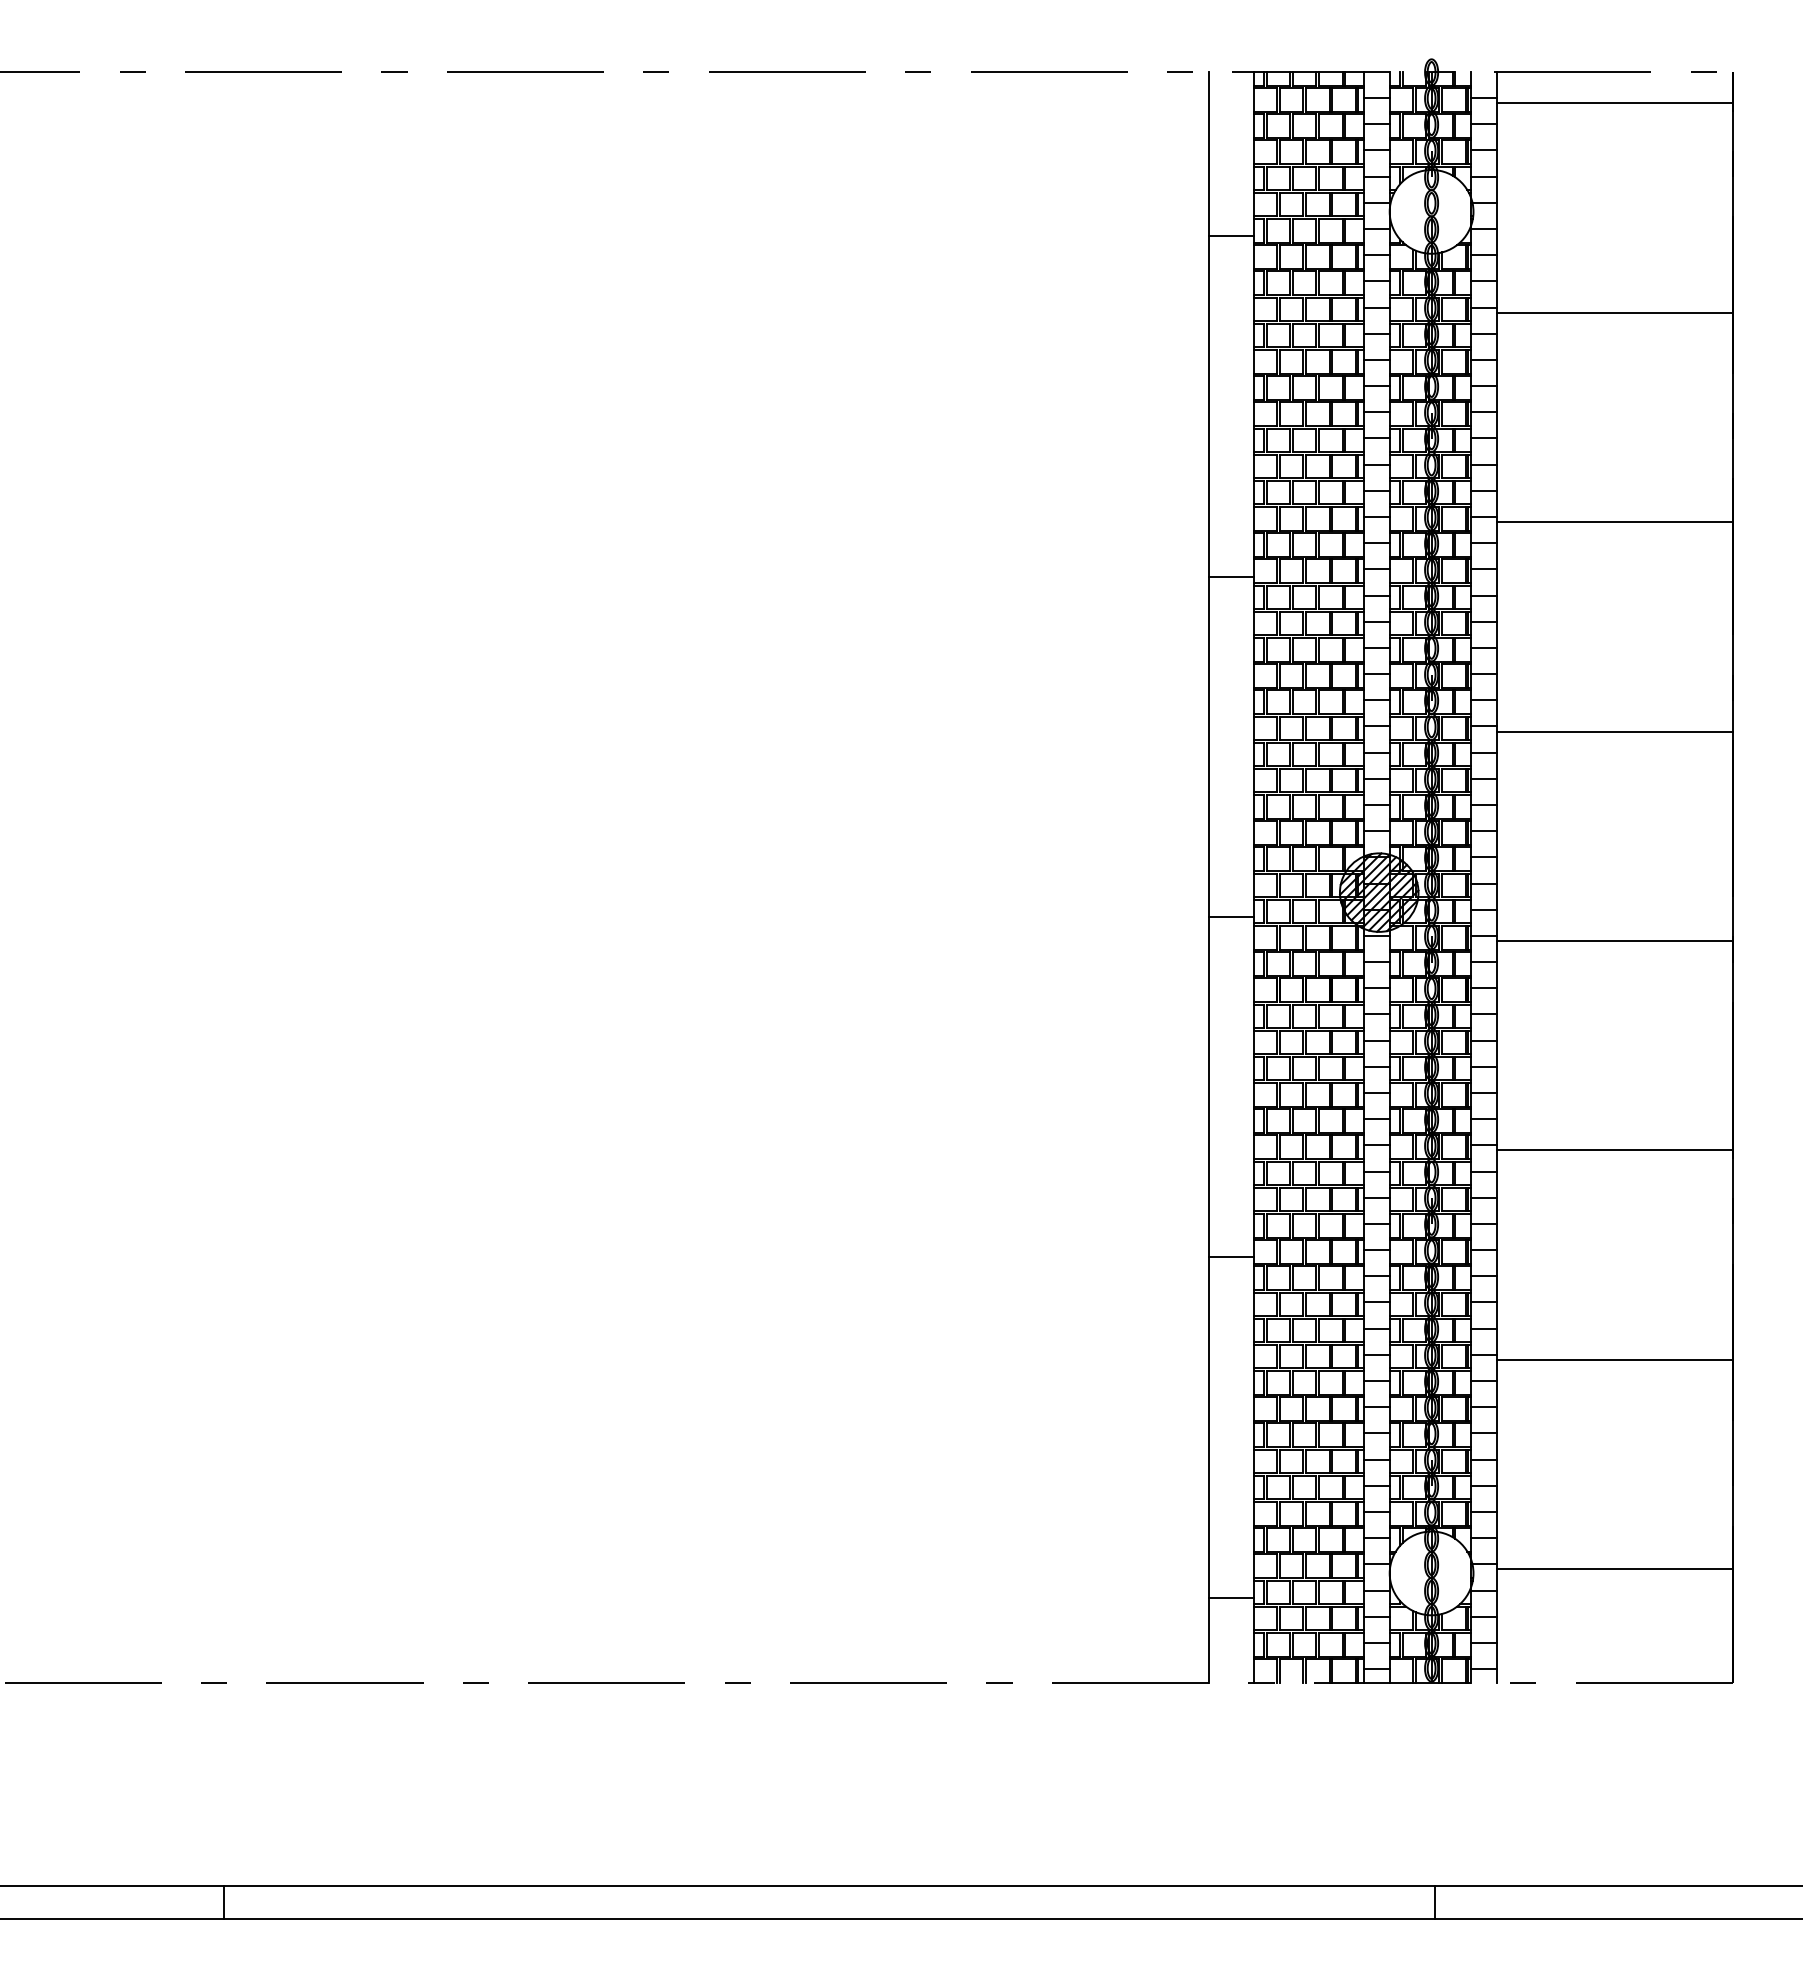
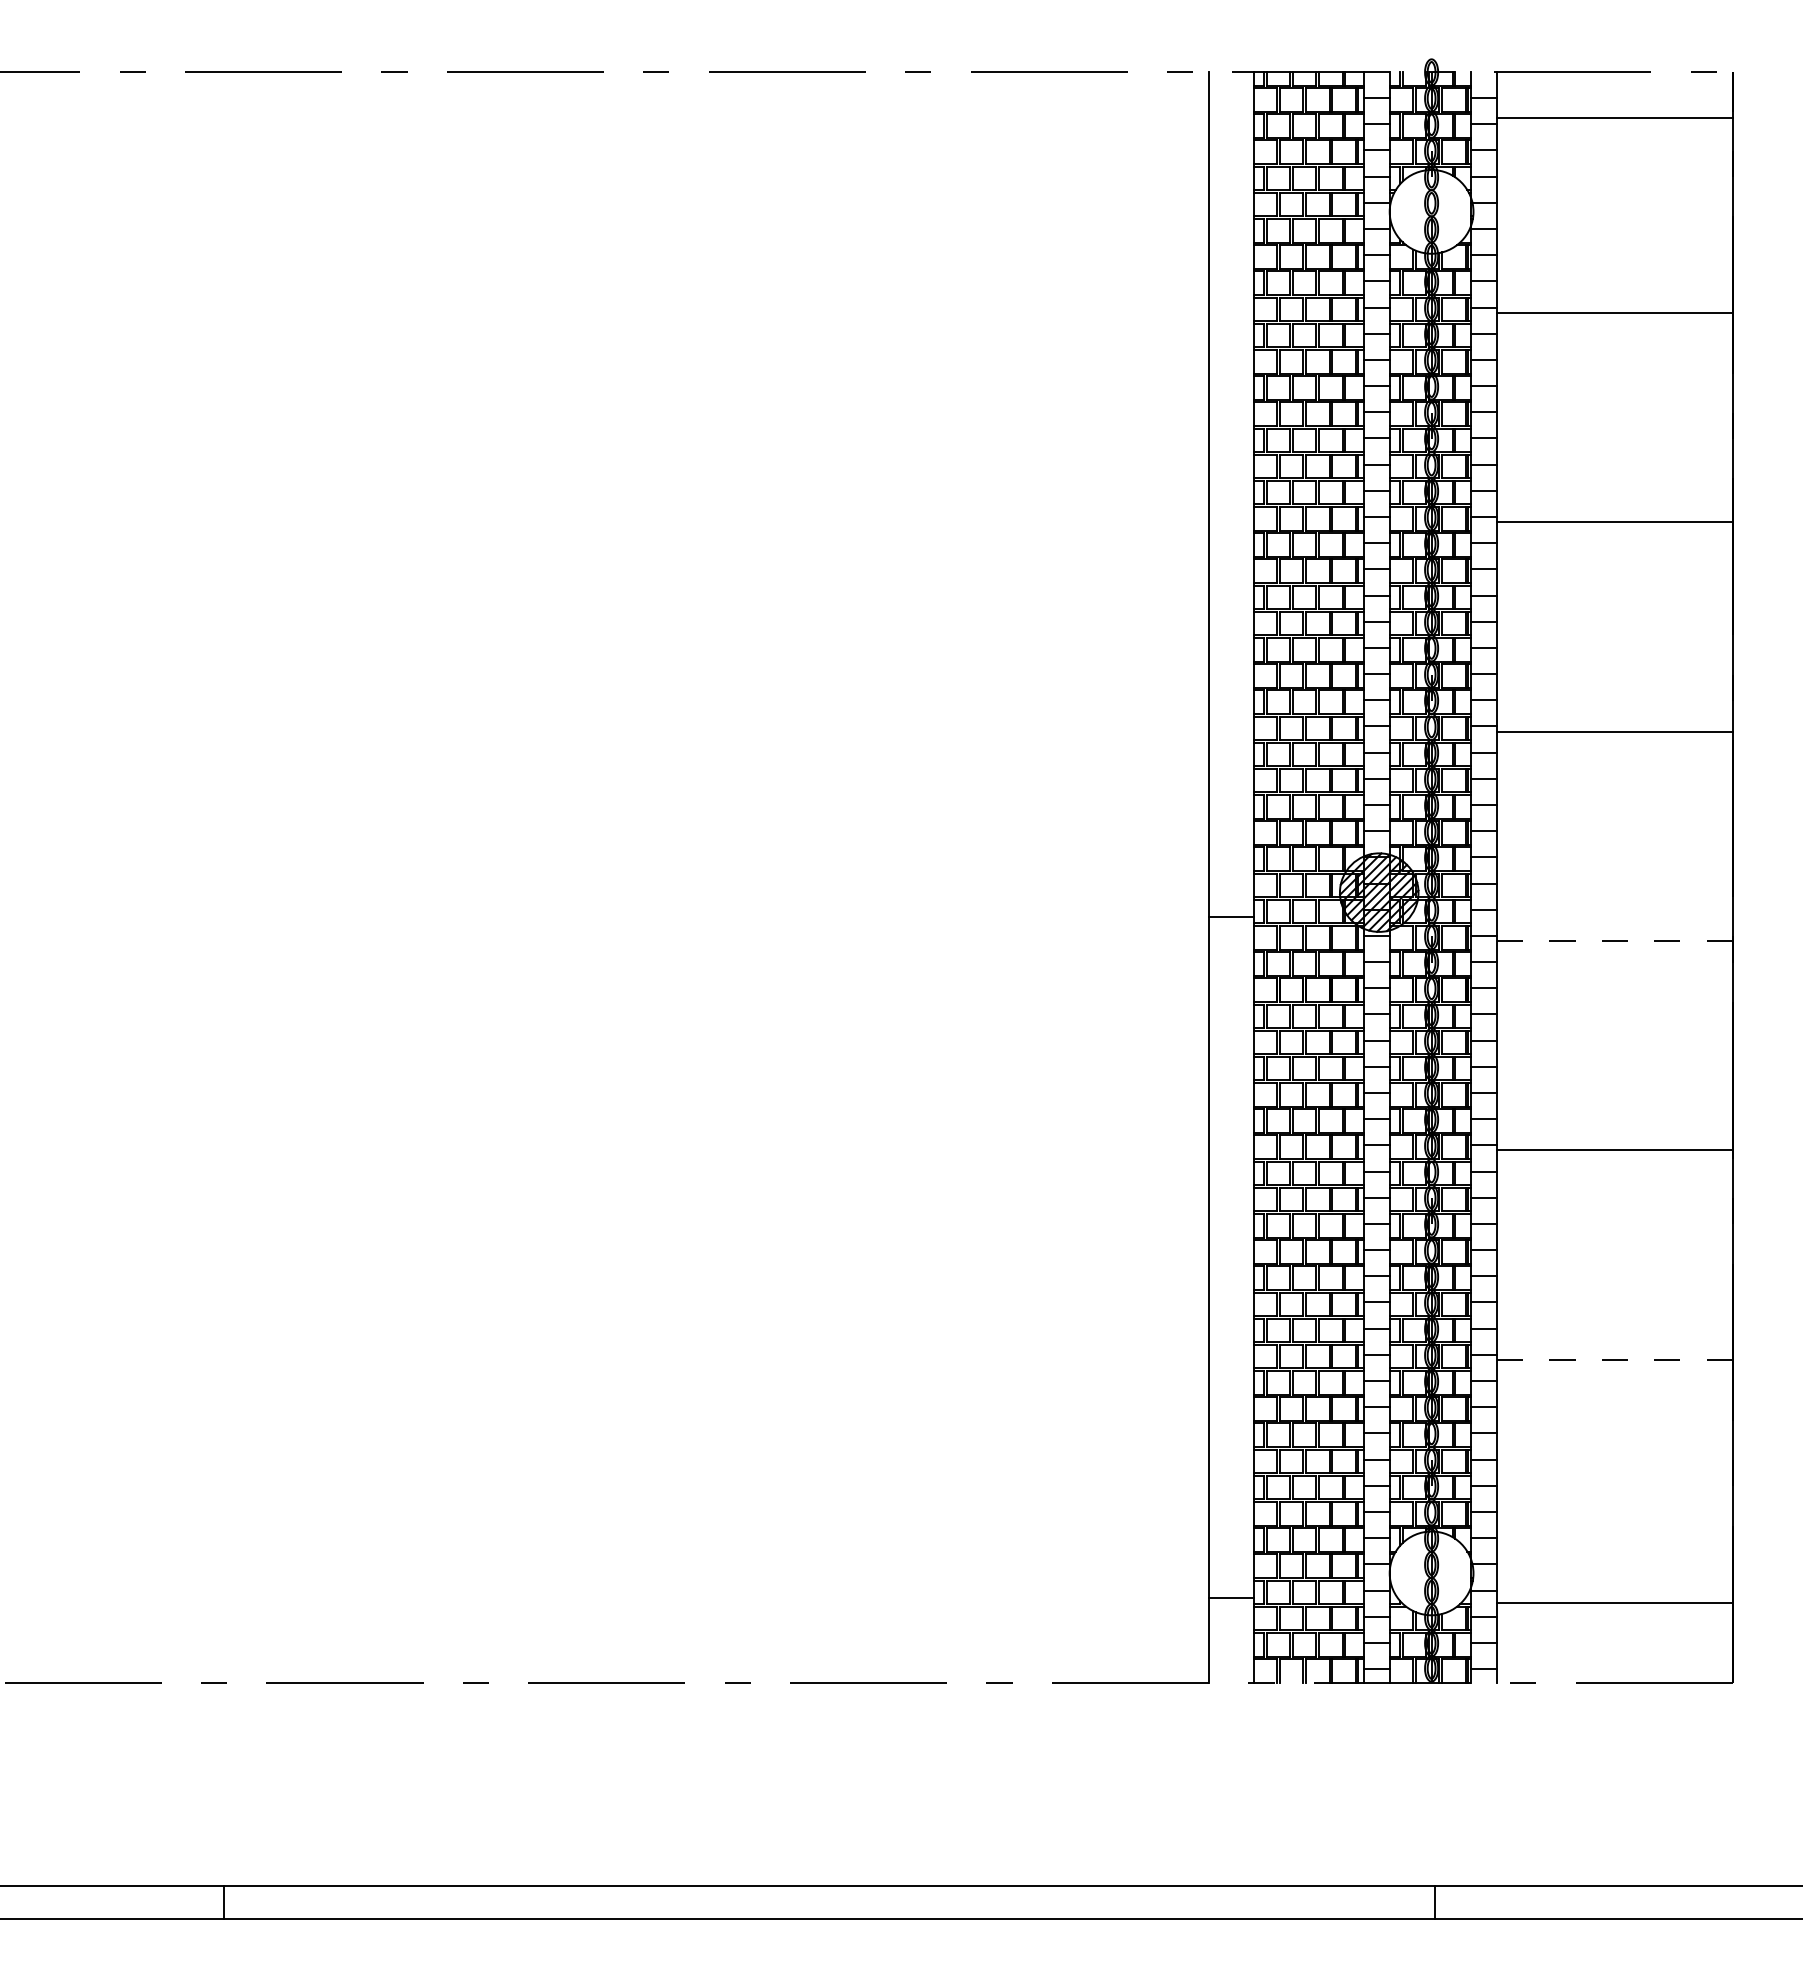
line at (1614, 103) position: (1614, 103) -> (1614, 118)
line at (1231, 236): present -> none
line at (1231, 576): present -> none
line at (1614, 940): solid -> dashed
line at (1231, 1257): present -> none
line at (1614, 1359): solid -> dashed
line at (1614, 1569) position: (1614, 1569) -> (1614, 1603)
